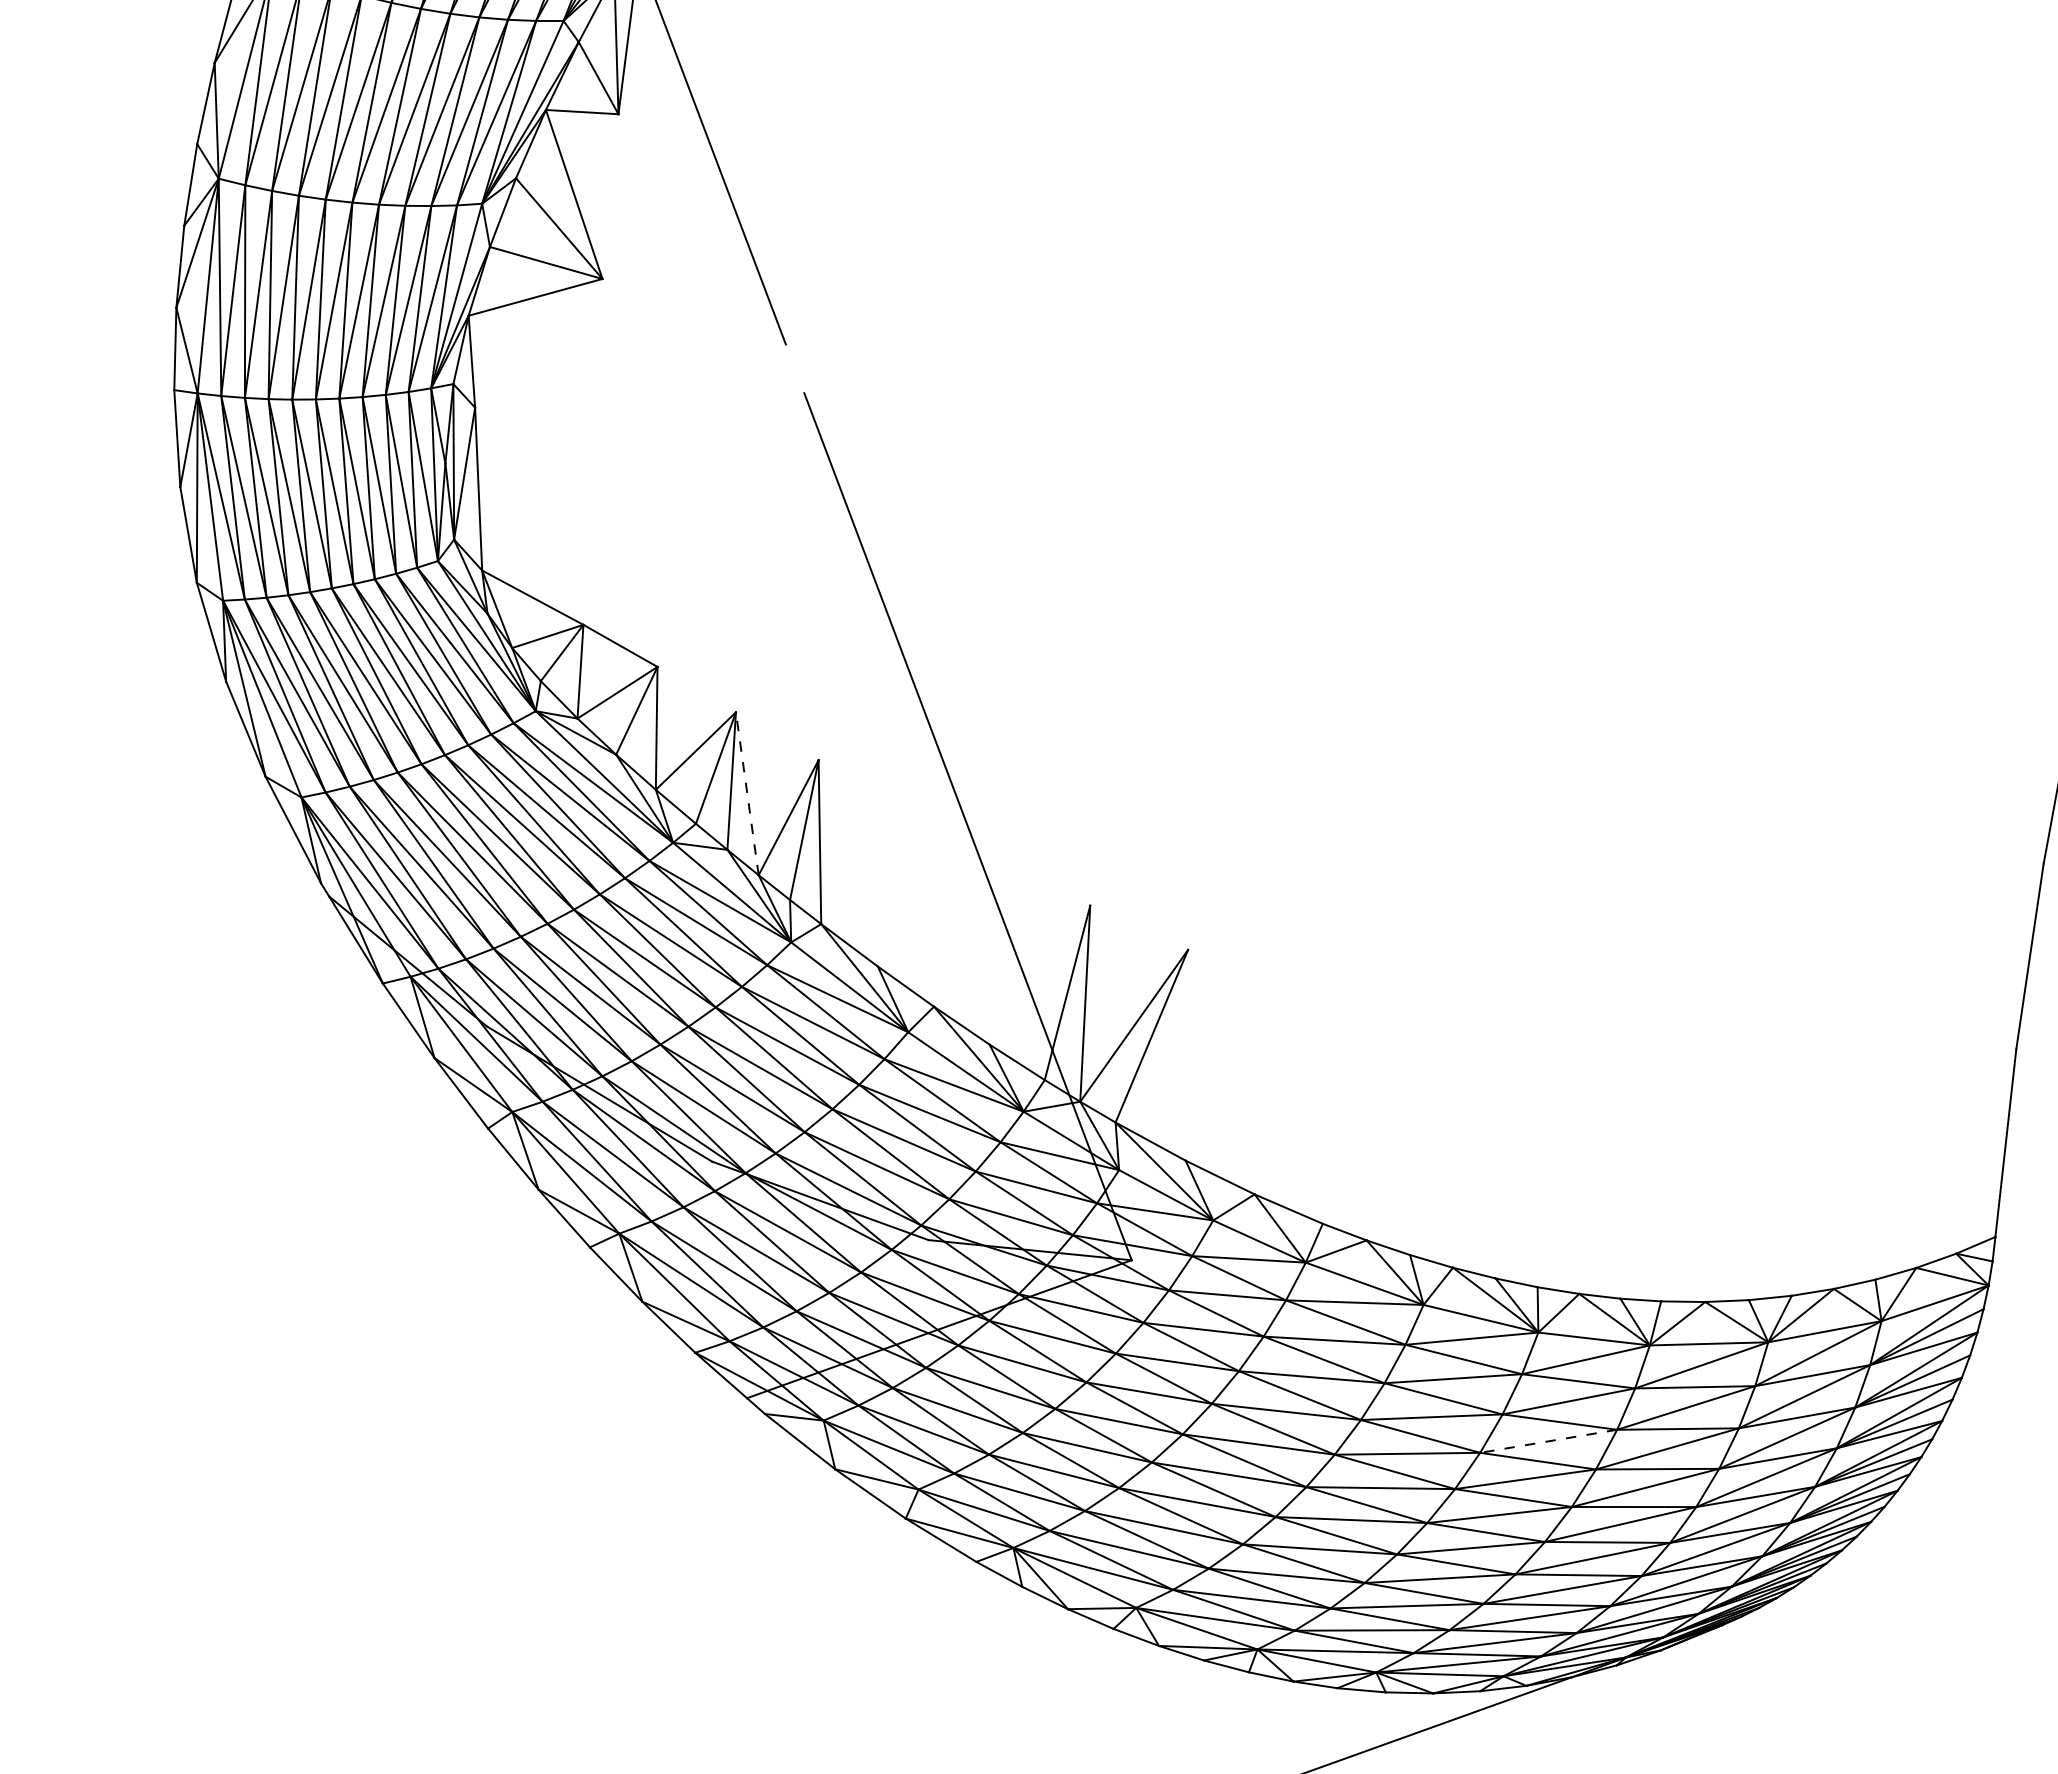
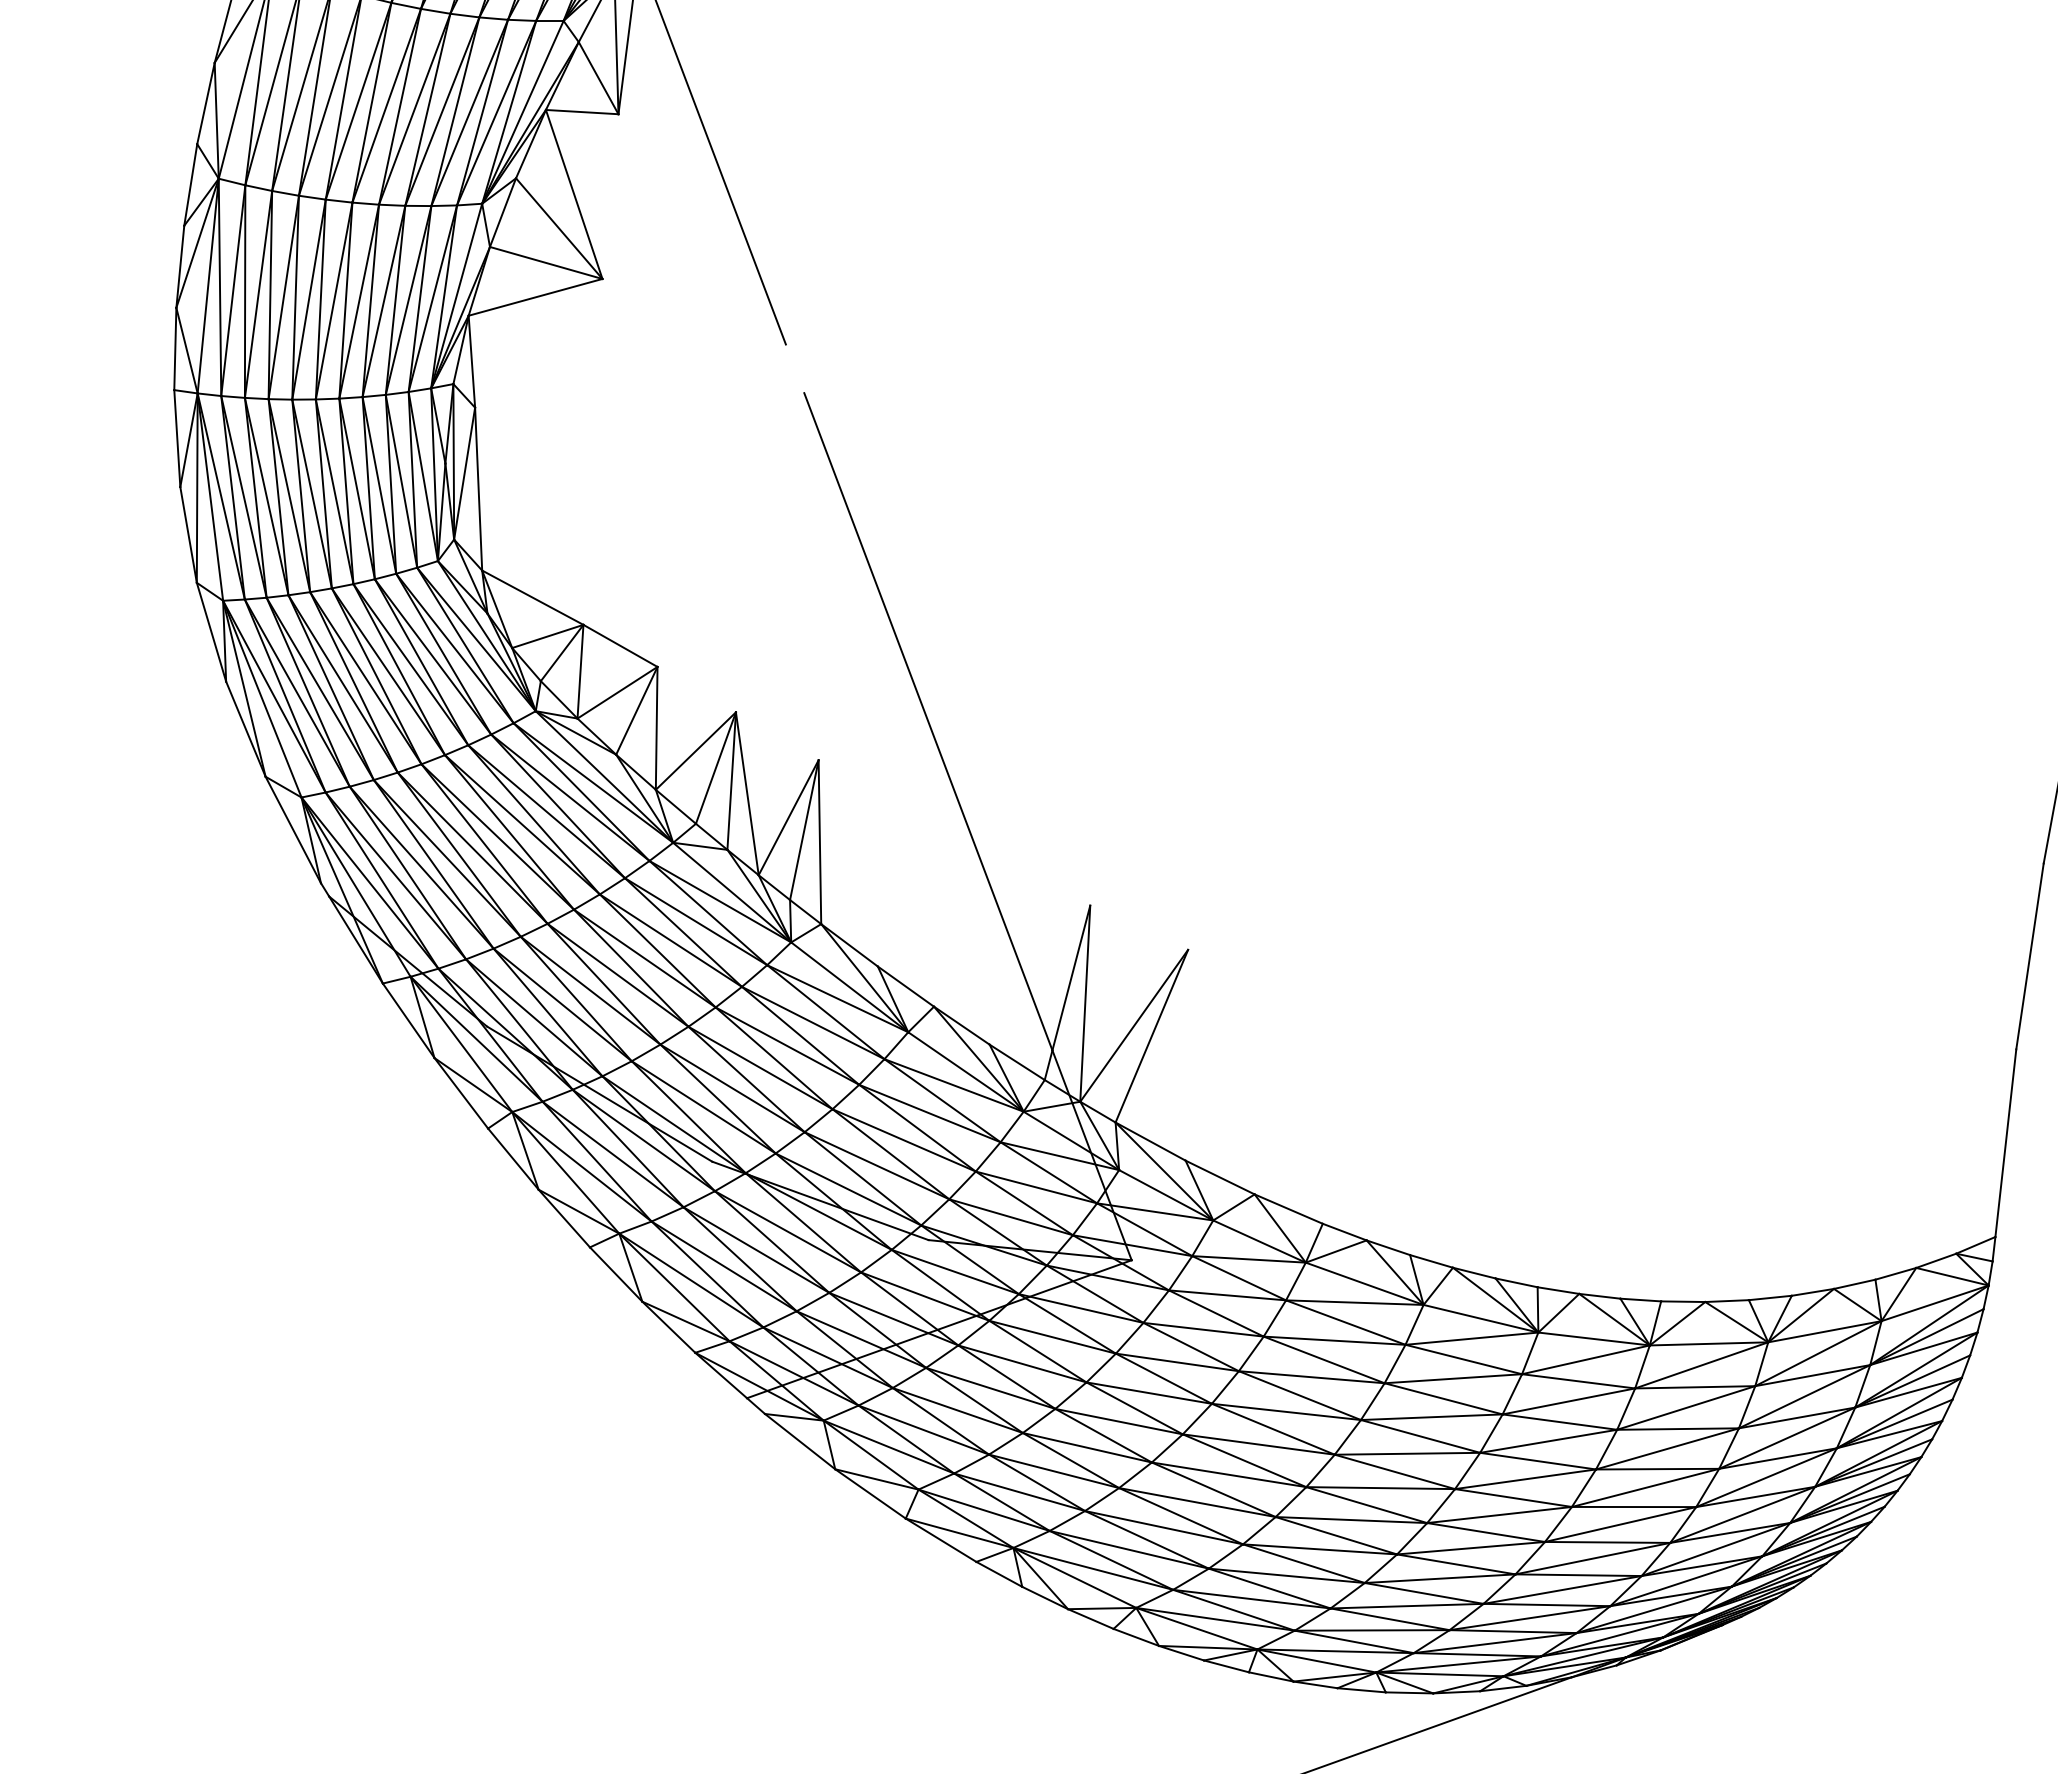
line at (747, 793): dashed -> solid
line at (1548, 1441): dashed -> solid
